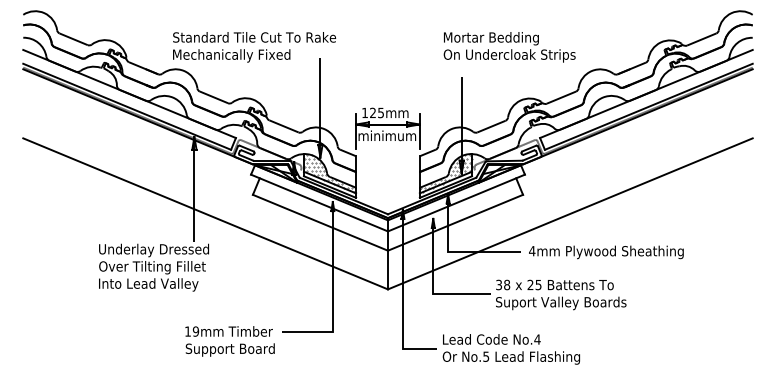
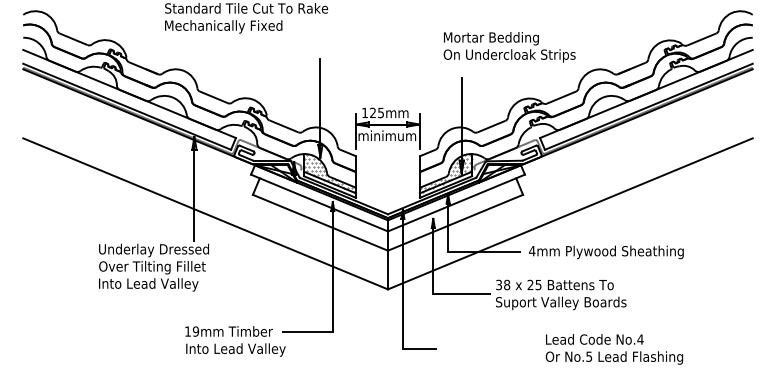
text at (254, 47) position: (254, 47) -> (246, 18)
text at (235, 349): Support Board -> Into Lead Valley
text at (510, 349) position: (510, 349) -> (613, 349)
